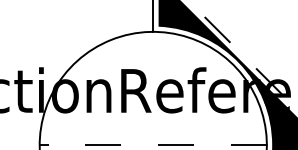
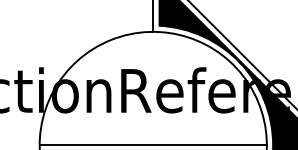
line at (242, 55): dashed -> solid
line at (153, 145): dashed -> solid
